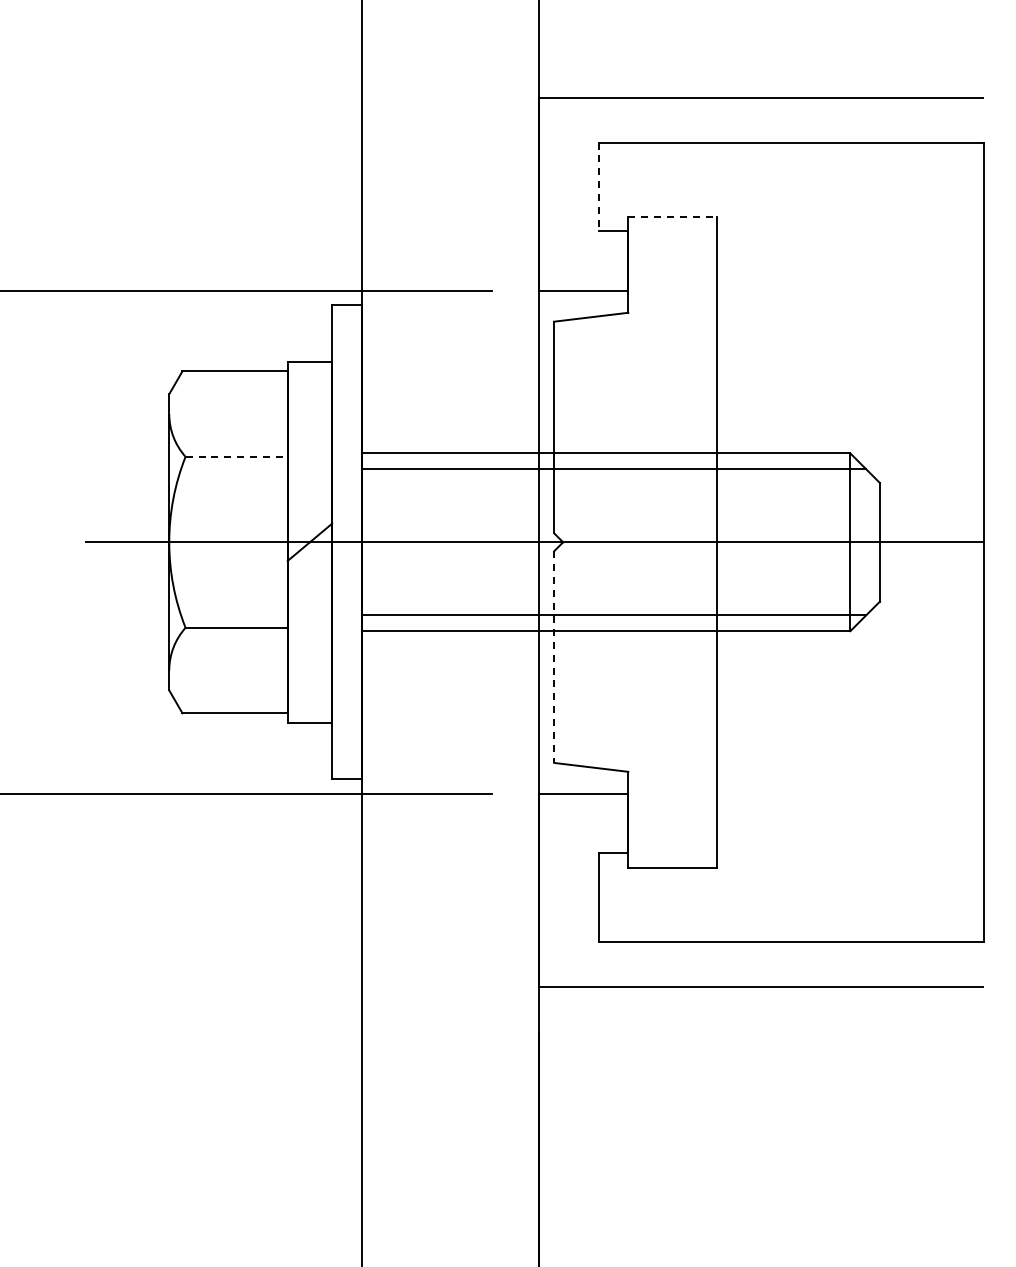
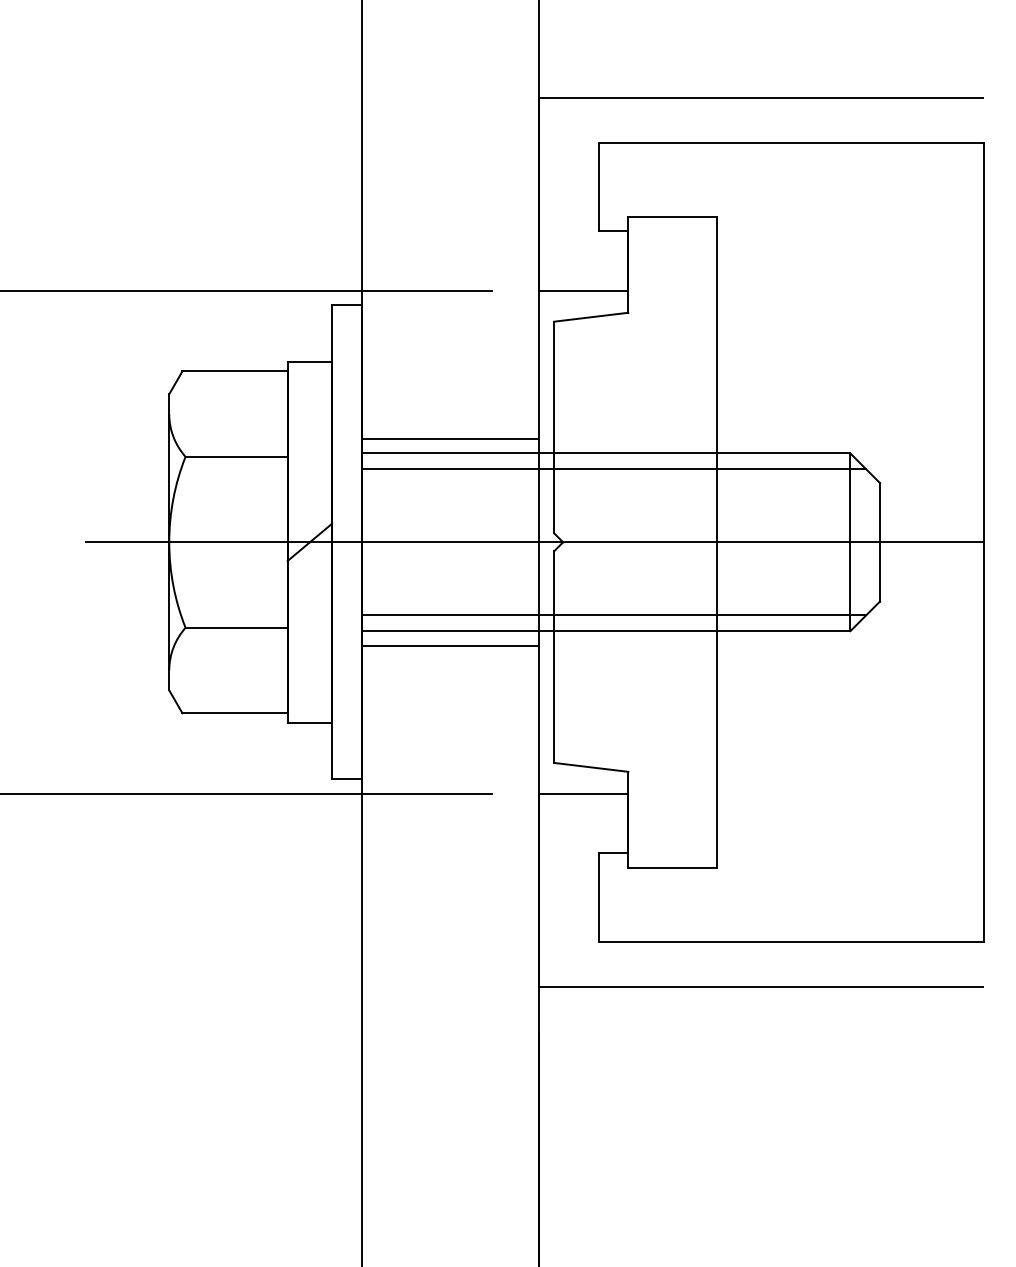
line at (598, 187): dashed -> solid
line at (673, 216): dashed -> solid
line at (450, 438): none -> present
line at (237, 456): dashed -> solid
line at (450, 645): none -> present
line at (554, 657): dashed -> solid
